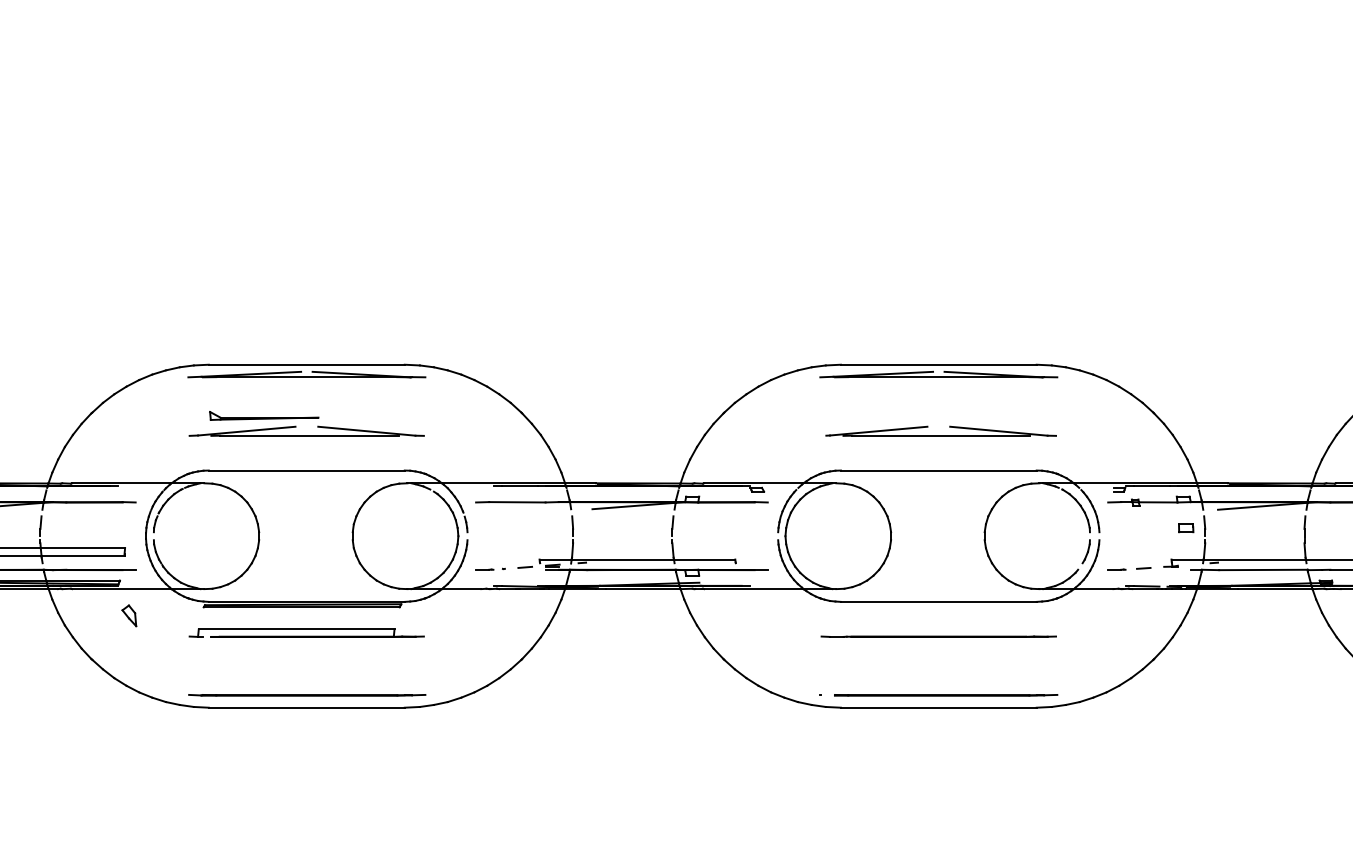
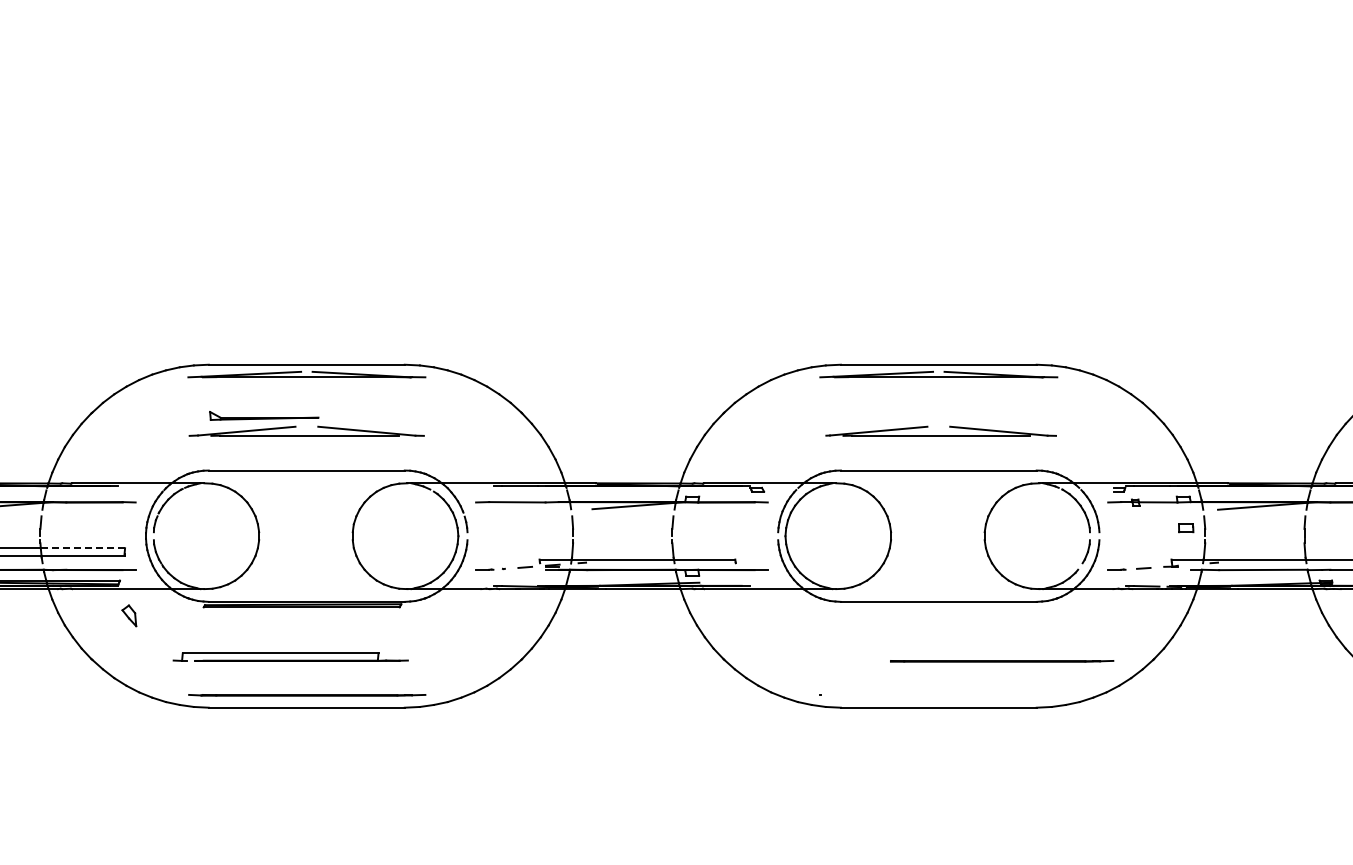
line at (83, 548): solid -> dashed
part at (306, 632) position: (306, 632) -> (290, 656)
line at (938, 636): present -> none
line at (946, 695) position: (946, 695) -> (1002, 661)
